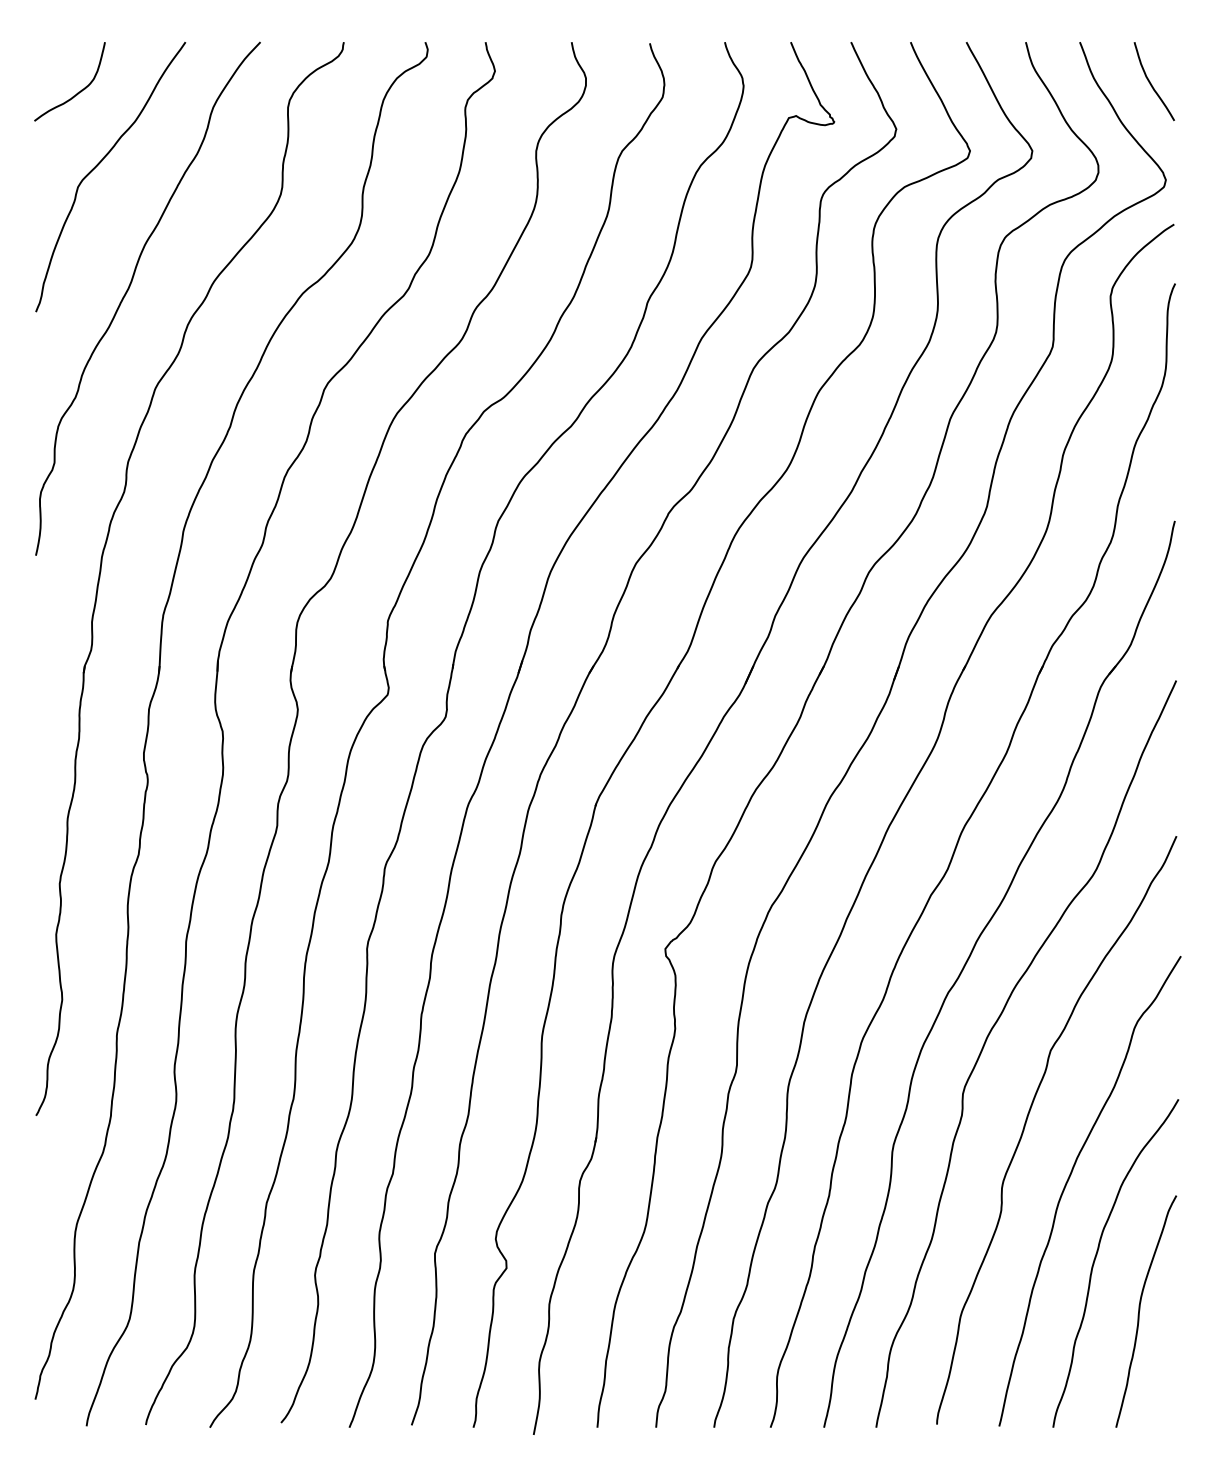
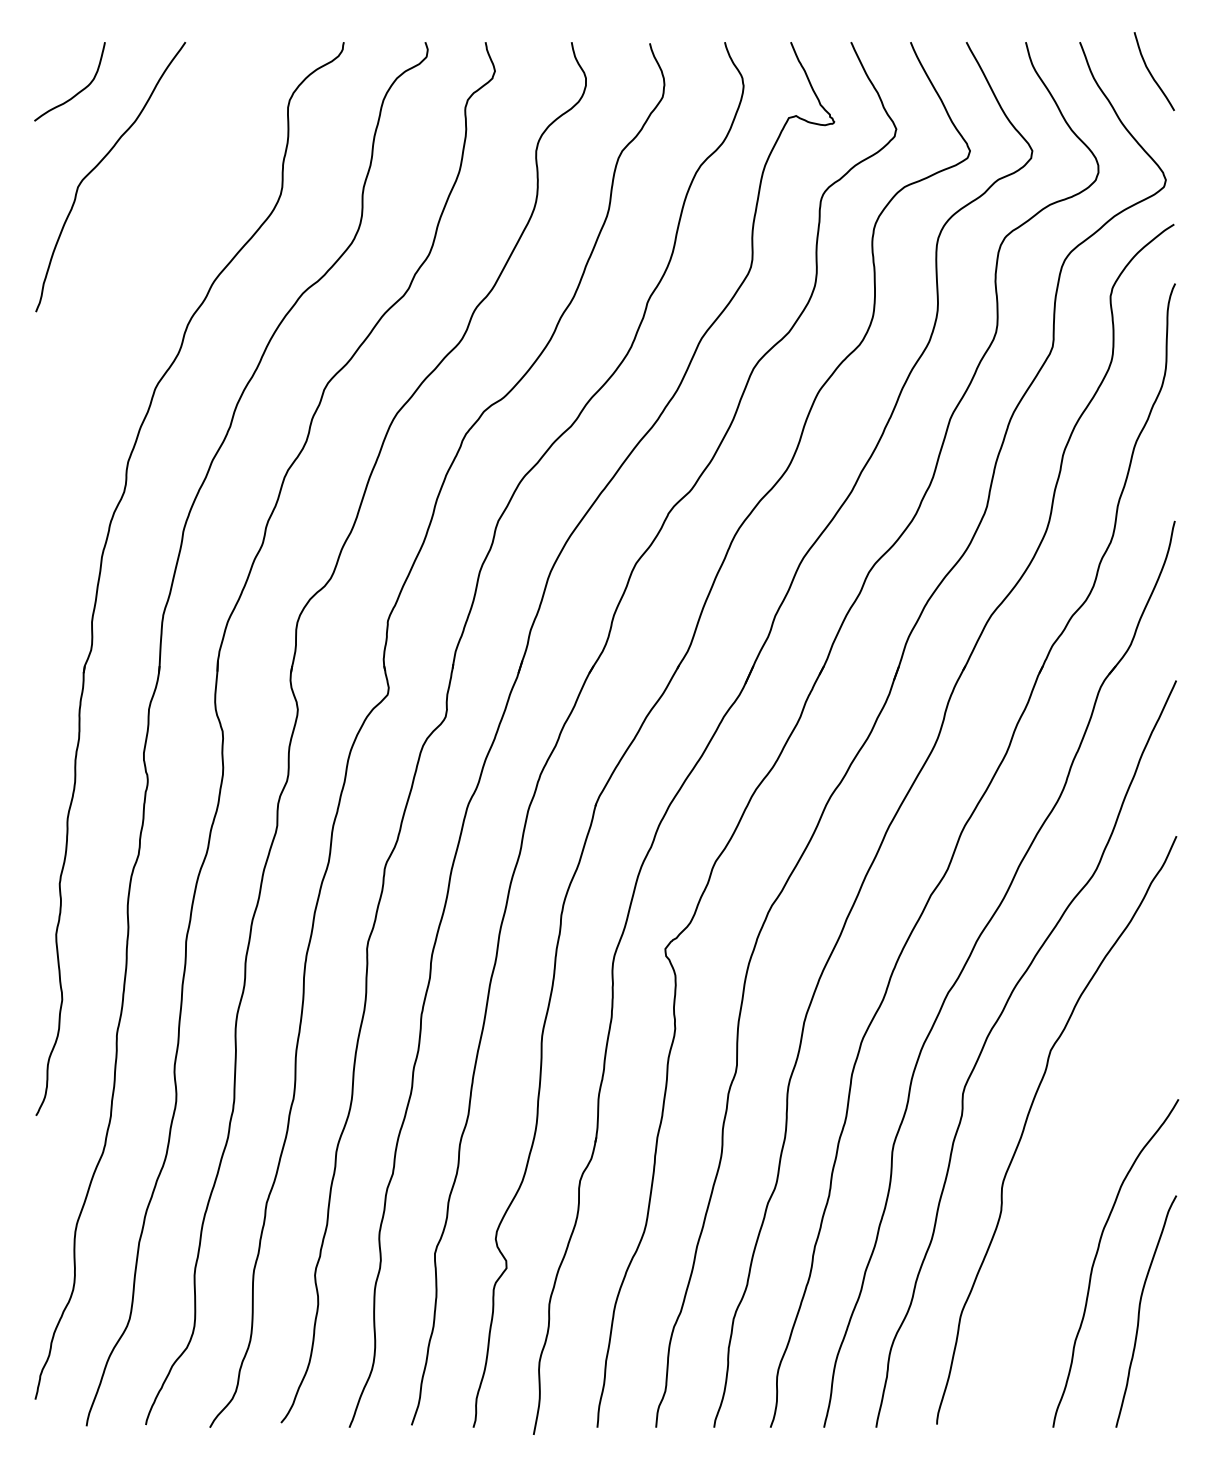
curve at (1151, 83) position: (1151, 83) -> (1151, 73)
curve at (129, 289): present -> none
curve at (1068, 1181): present -> none
